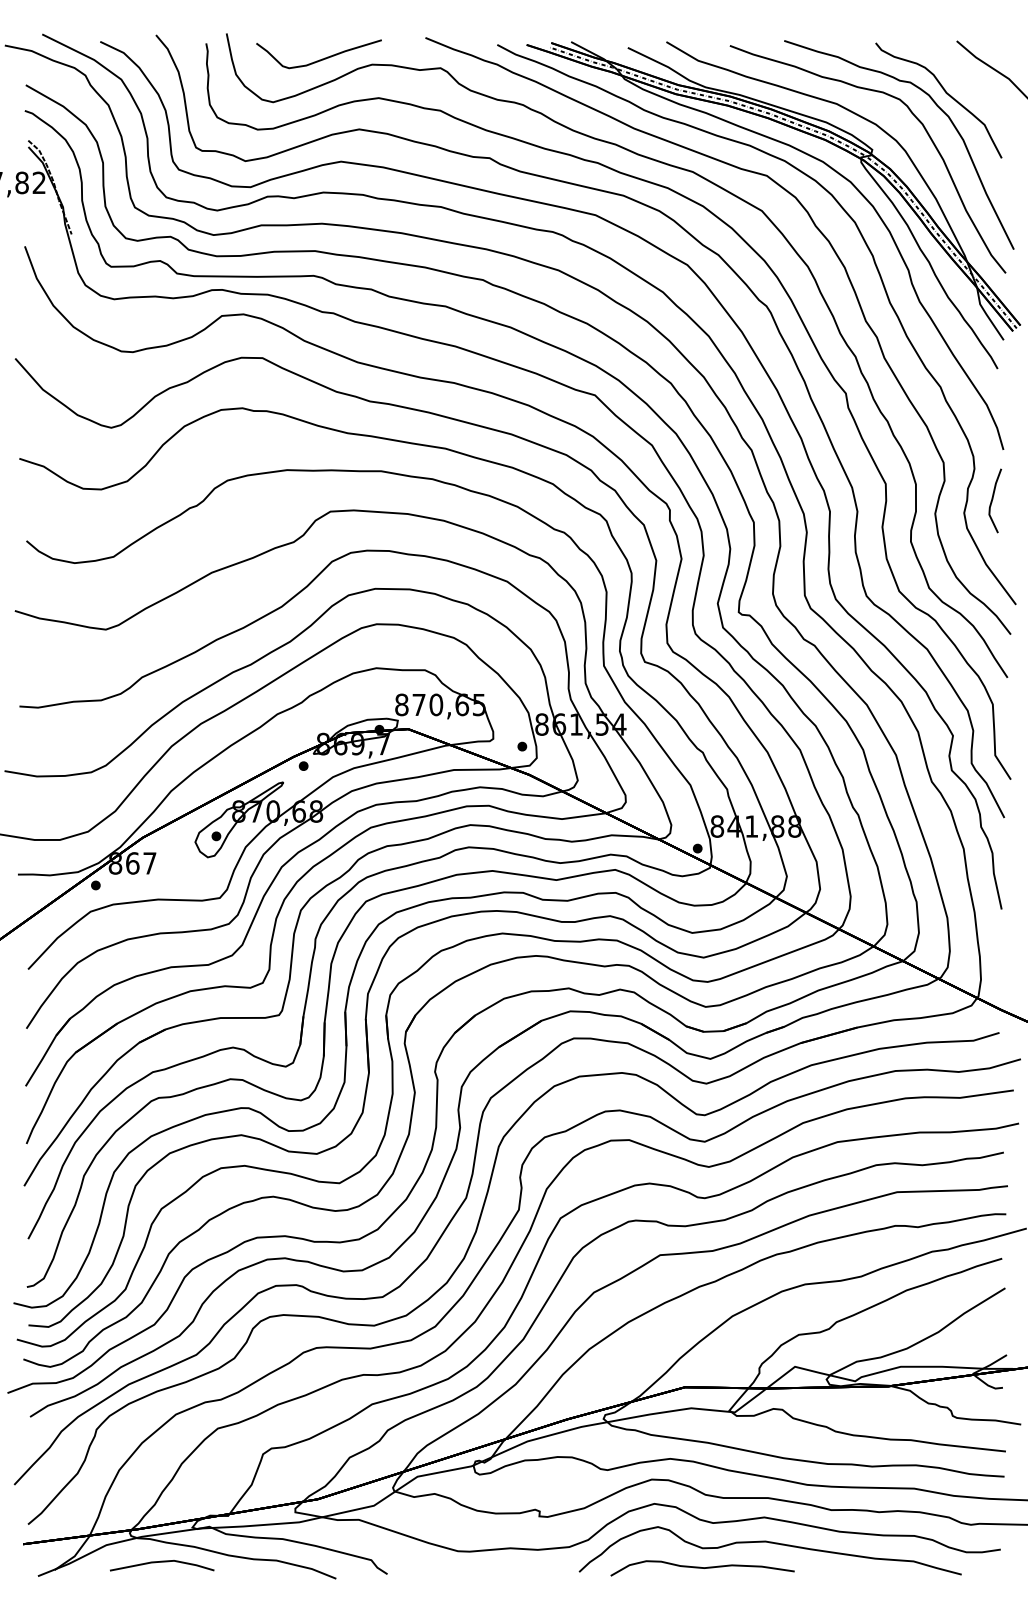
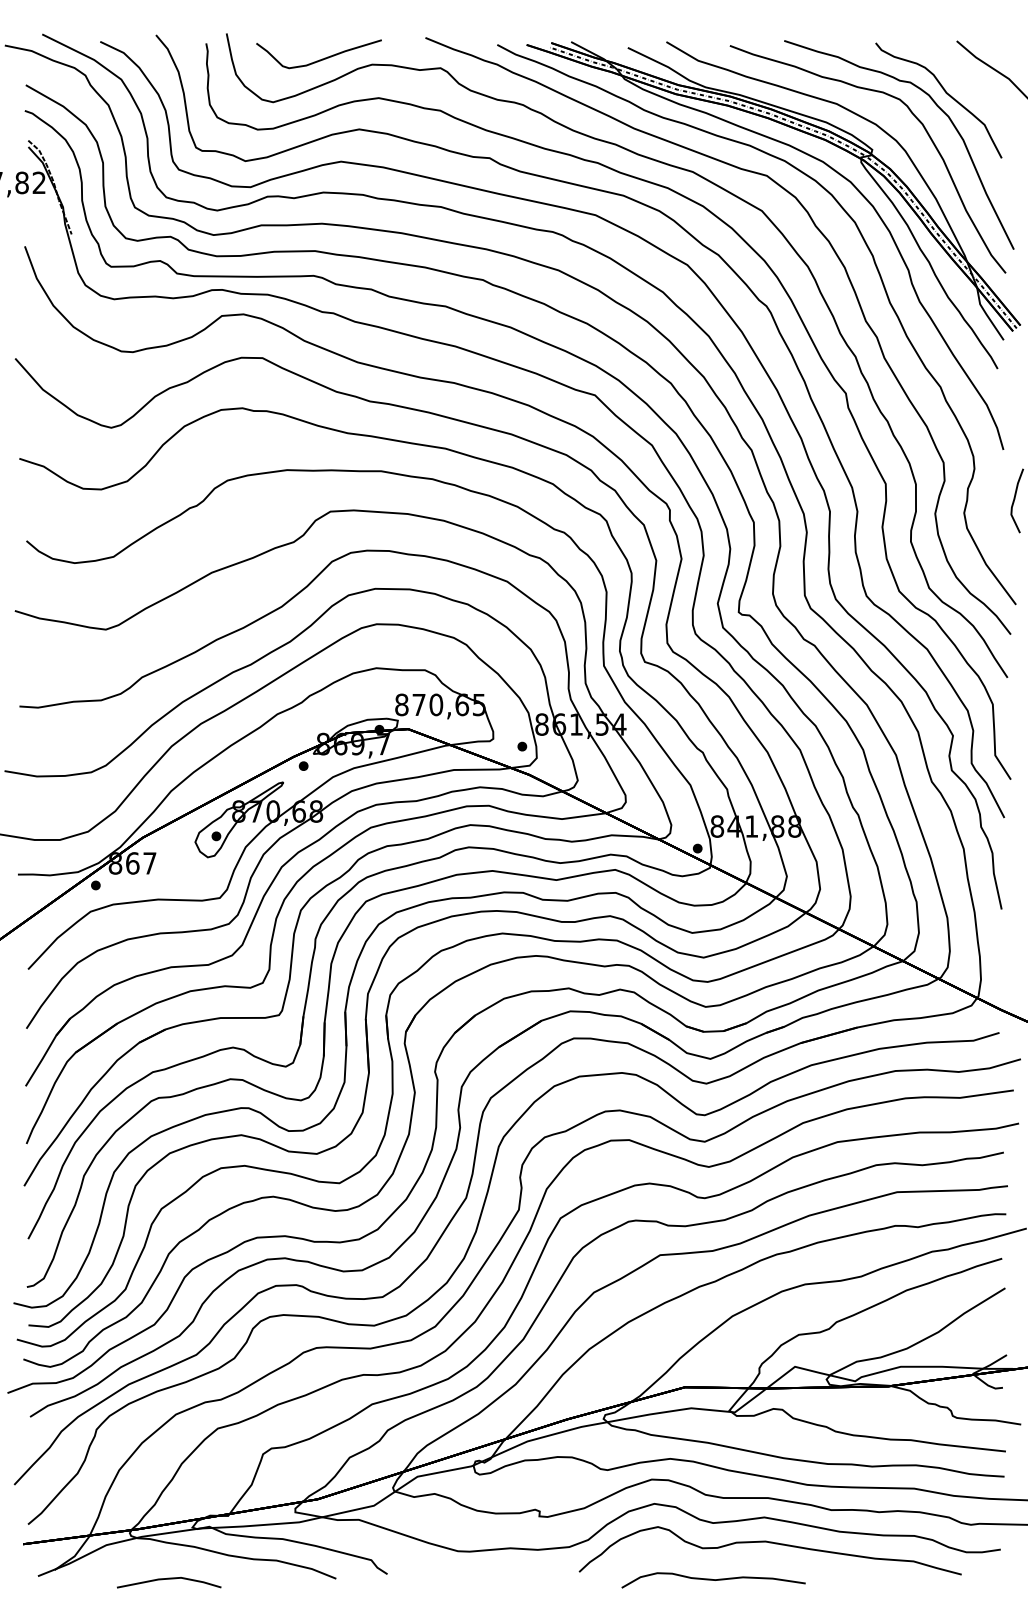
curve at (993, 499) position: (993, 499) -> (1015, 499)
line at (162, 1562) position: (162, 1562) -> (169, 1579)
curve at (702, 1568) position: (702, 1568) -> (713, 1580)
